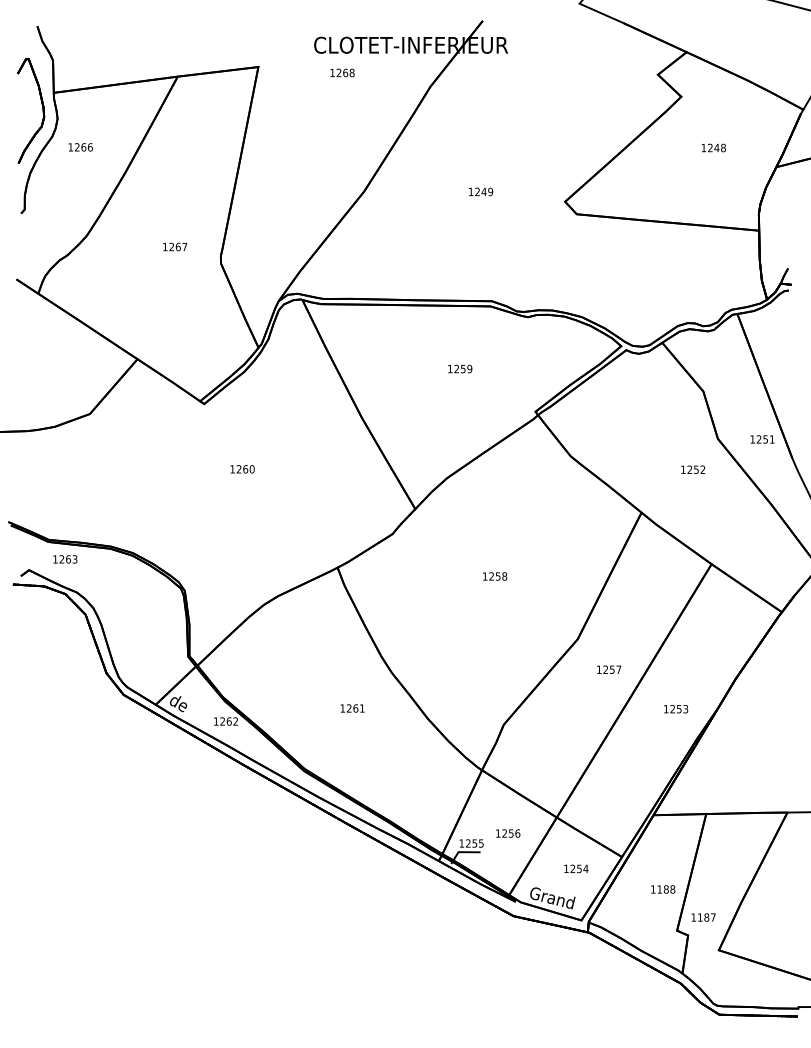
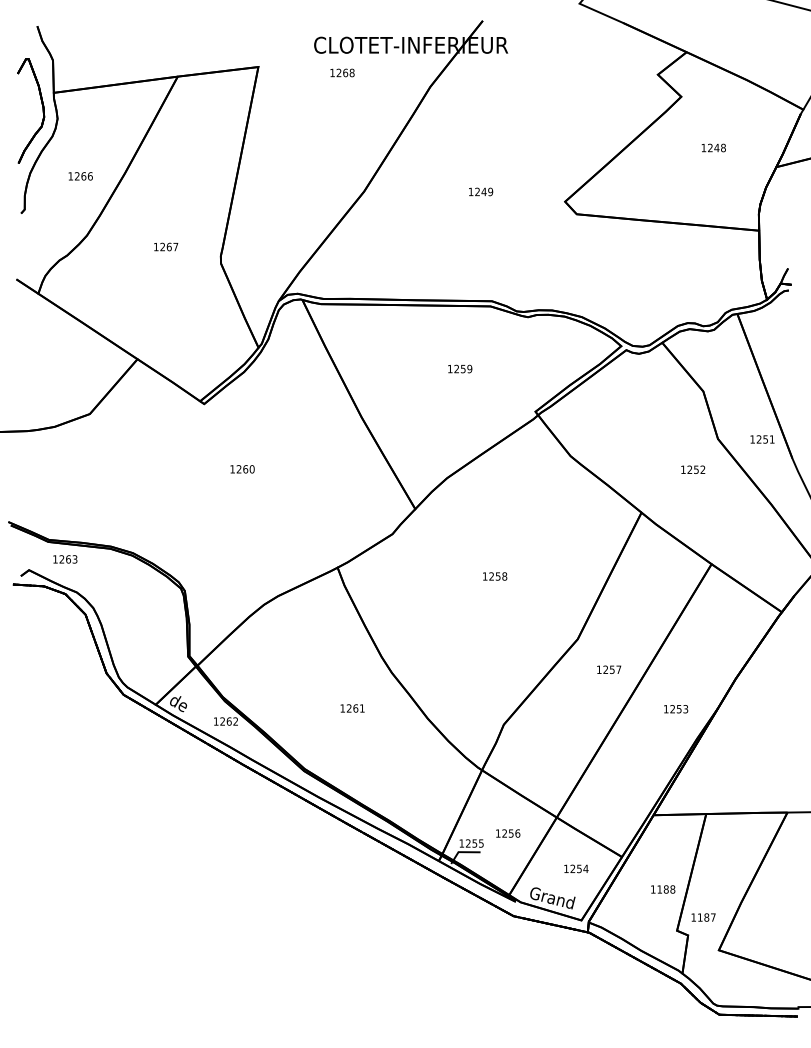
text at (80, 147) position: (80, 147) -> (80, 176)
text at (175, 246) position: (175, 246) -> (166, 246)
